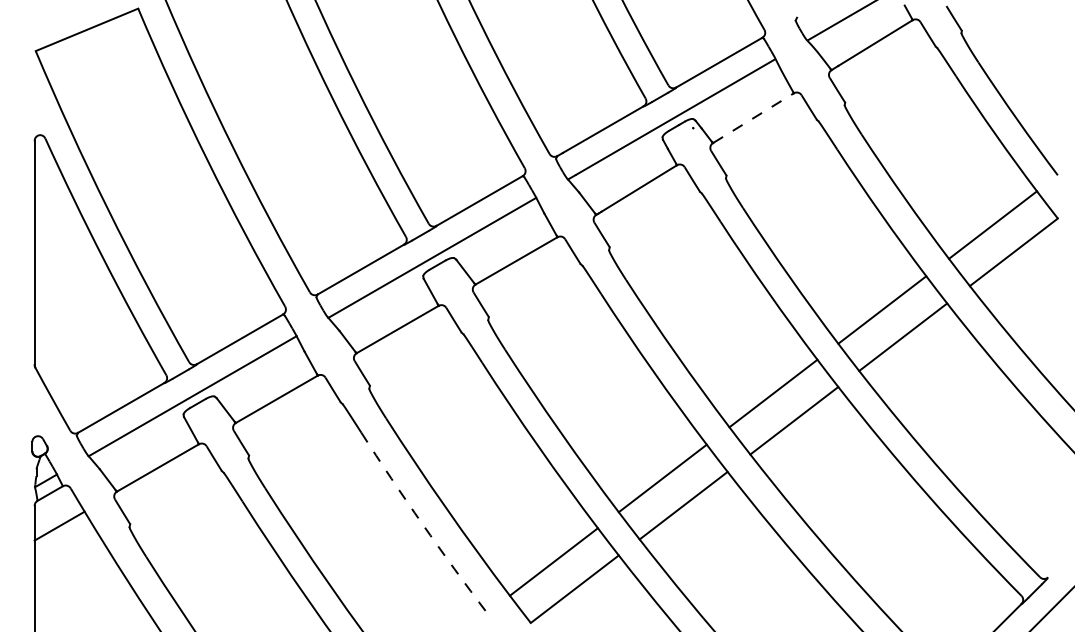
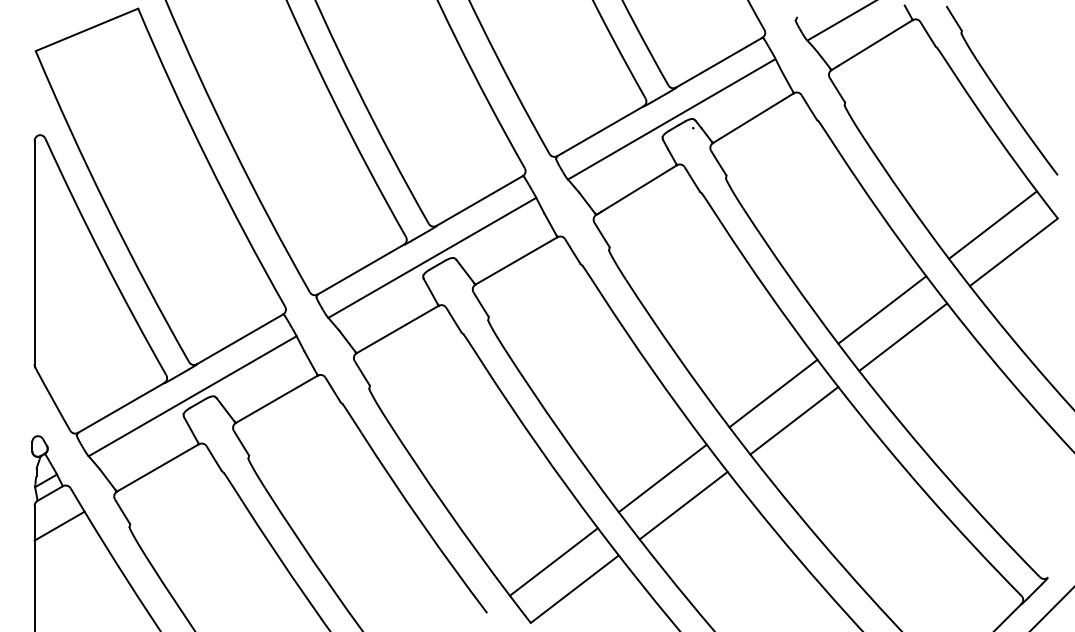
line at (753, 117): dashed -> solid
arc at (422, 524): dashed -> solid
